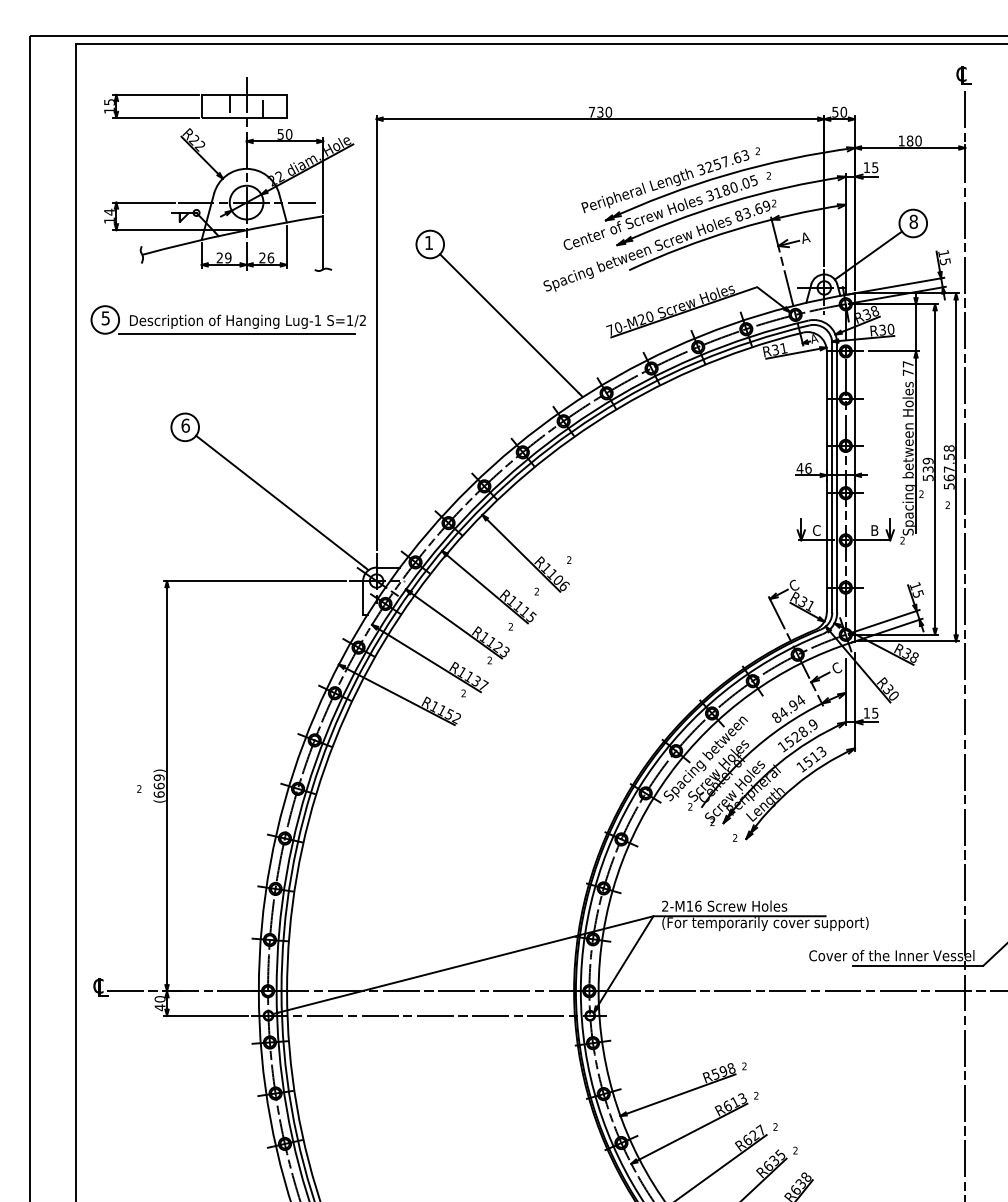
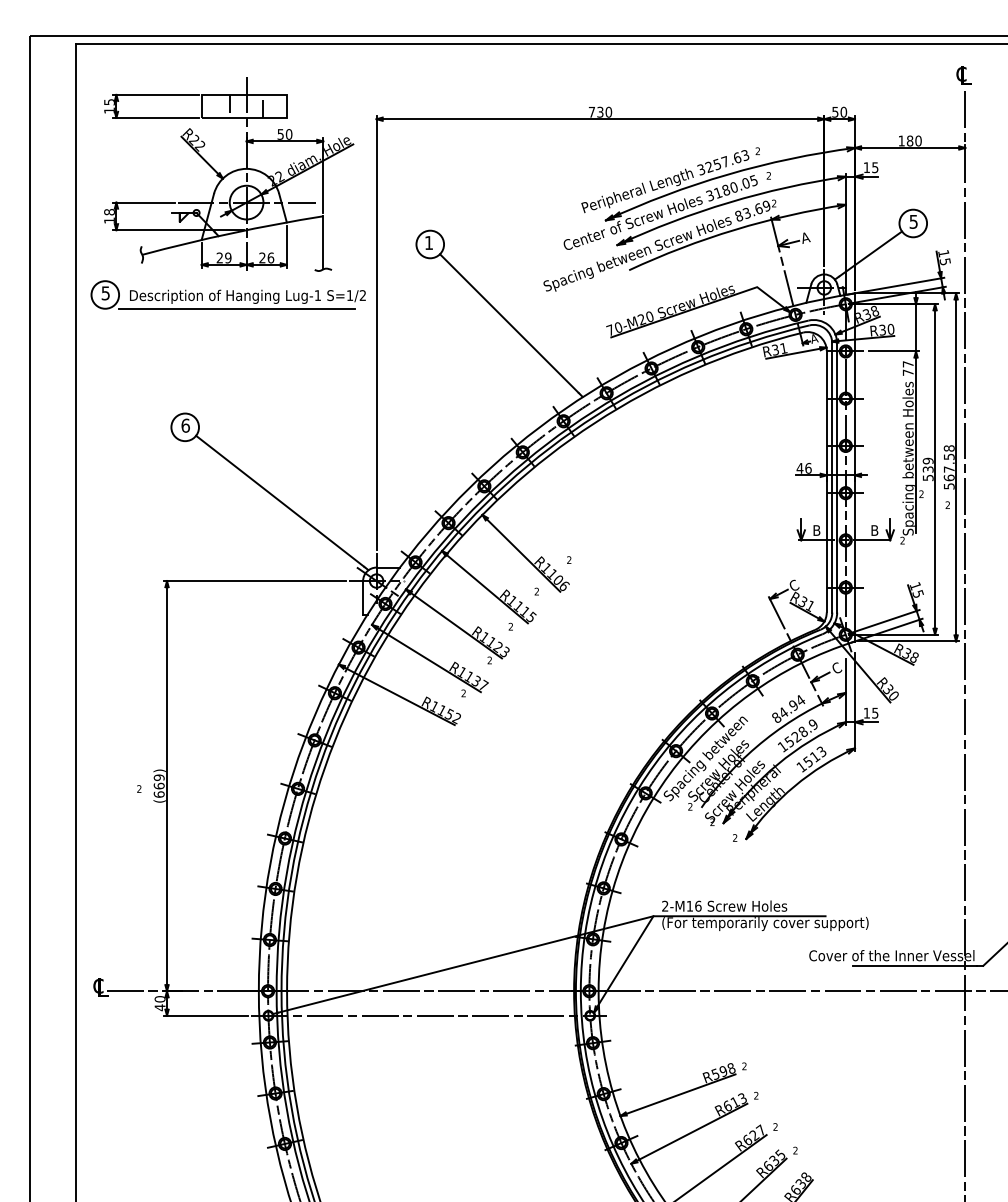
text at (109, 211): 14 -> 18
text at (913, 221): 8 -> 5
part at (227, 319) position: (227, 319) -> (227, 294)
text at (816, 530): C -> B
